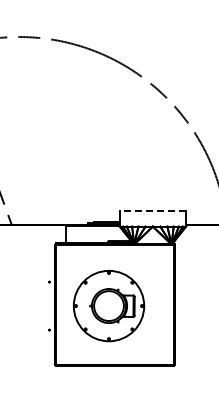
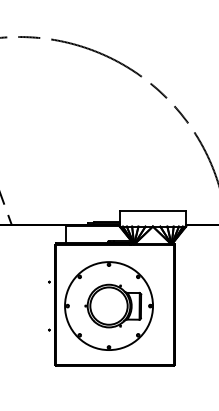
line at (152, 210): dashed -> solid
part at (108, 306) size: 74x73 px -> 90x90 px
